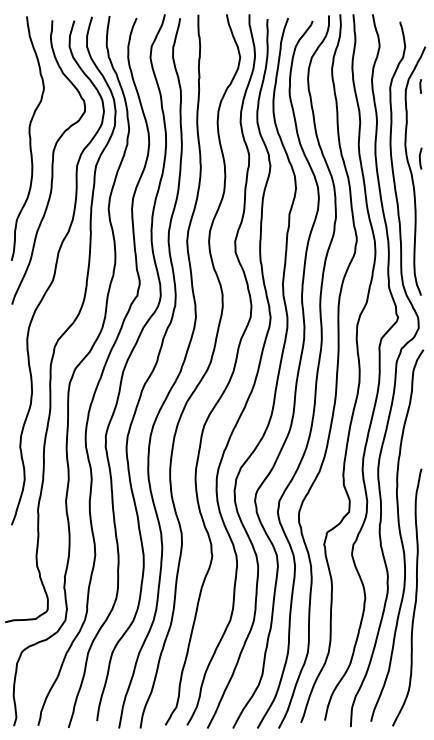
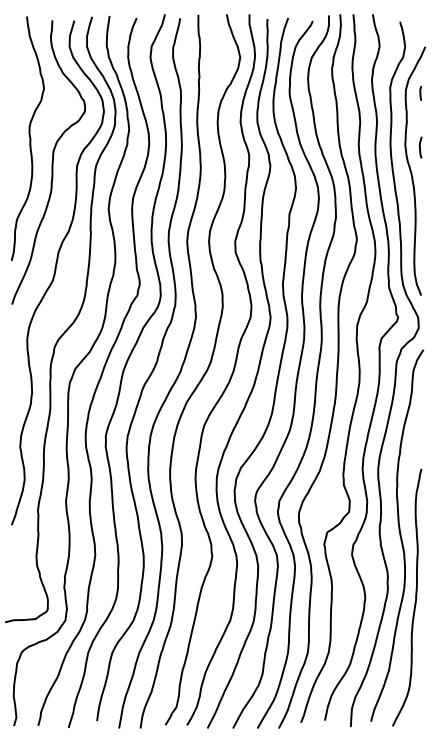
line at (420, 86) position: (420, 86) -> (420, 93)
line at (420, 158) position: (420, 158) -> (420, 147)
